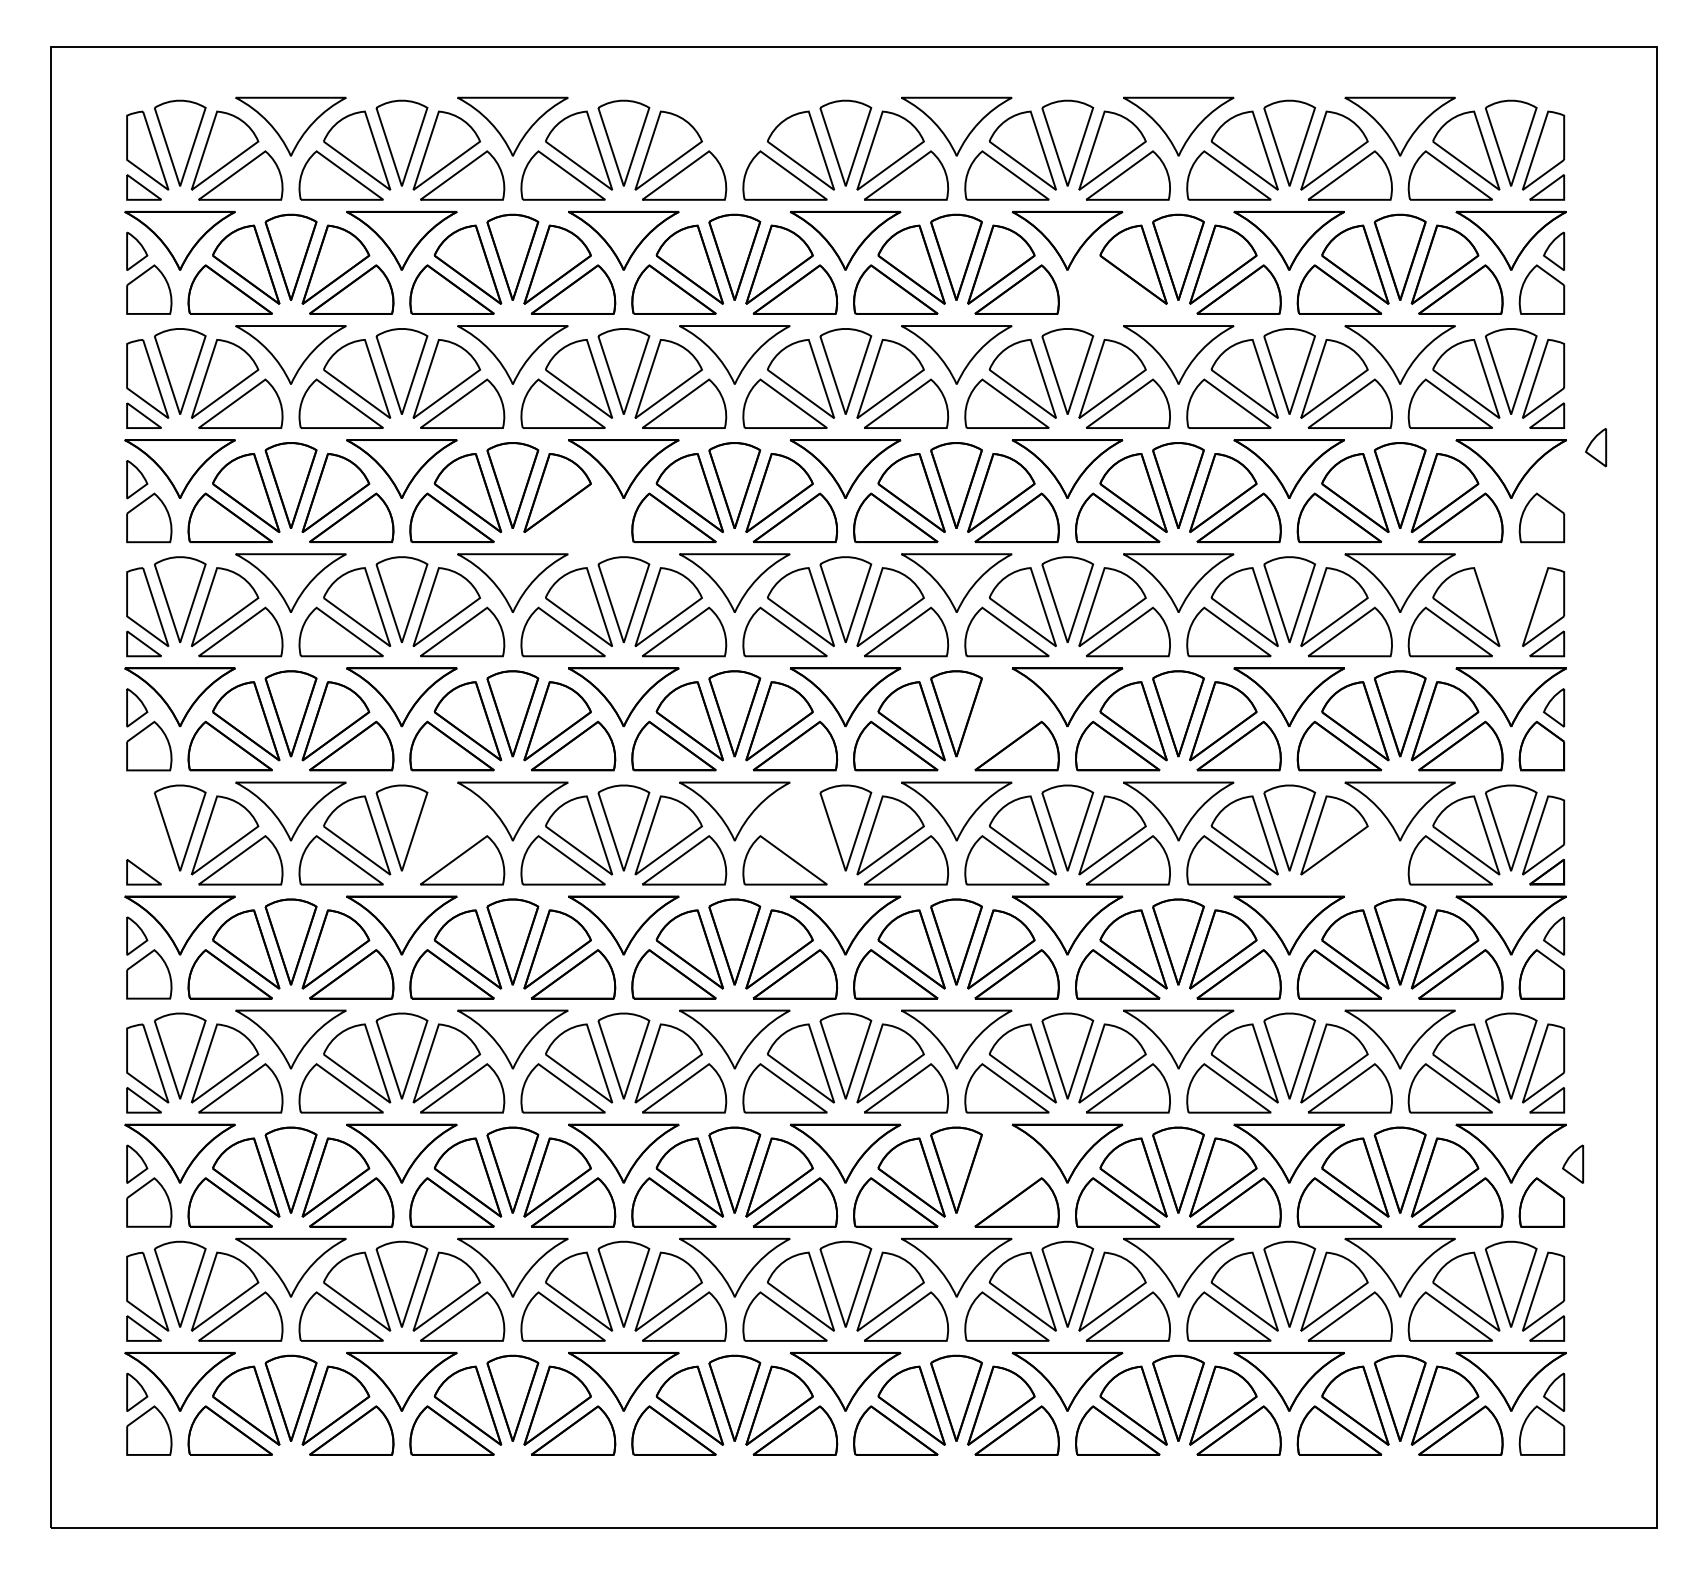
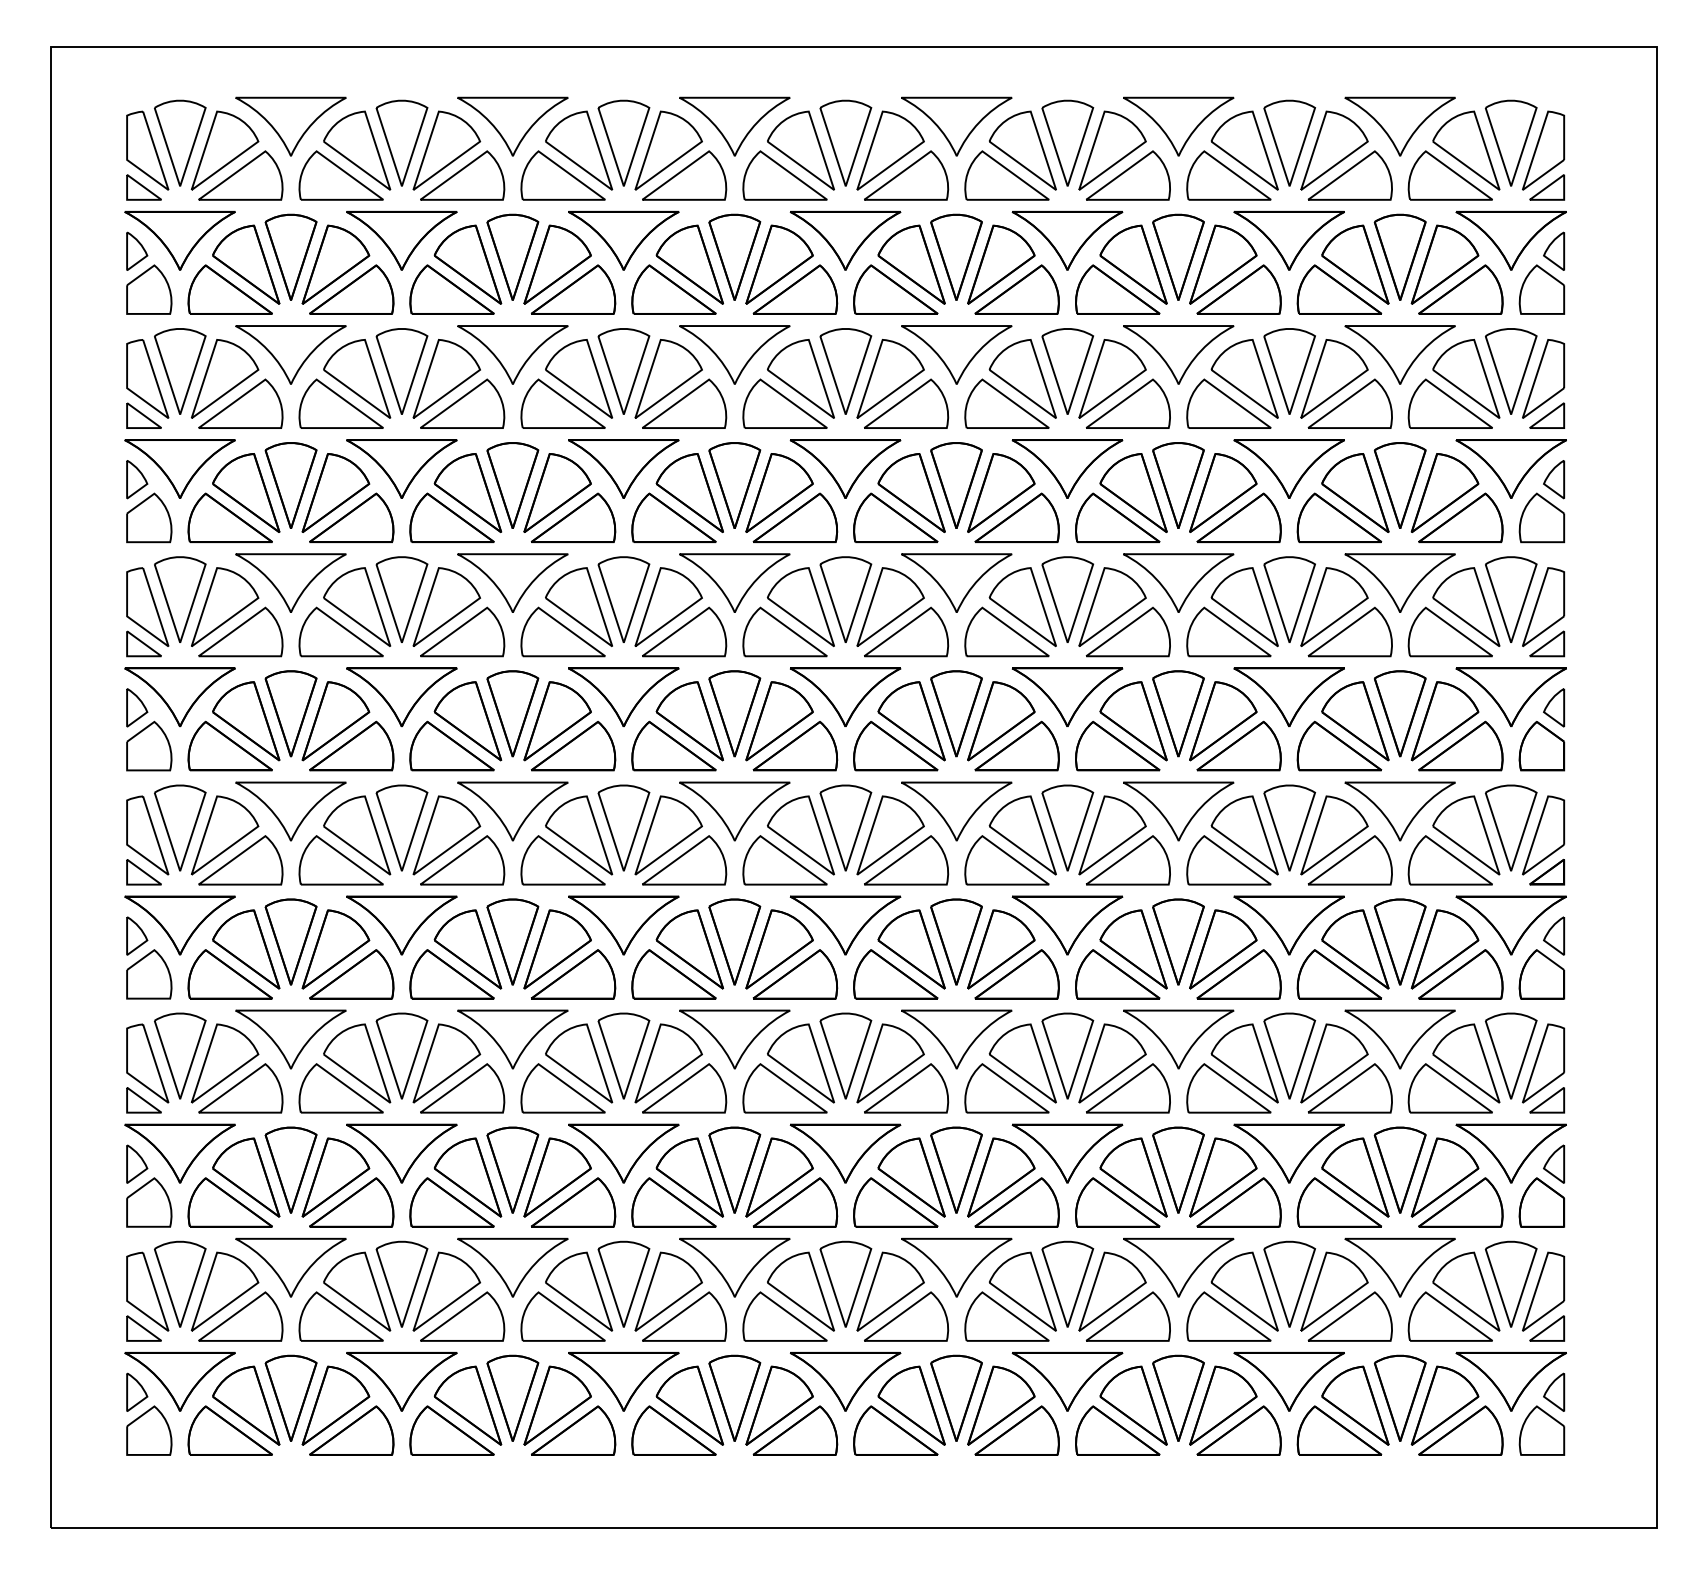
part at (734, 126): none -> present
part at (1117, 289): none -> present
part at (1596, 447) position: (1596, 447) -> (1554, 479)
part at (573, 517): none -> present
part at (1511, 599): none -> present
part at (1001, 721): none -> present
part at (147, 835): none -> present
part at (446, 835): none -> present
part at (800, 835): none -> present
part at (1349, 860): none -> present
part at (1573, 1163) position: (1573, 1163) -> (1554, 1163)
part at (1001, 1177): none -> present
